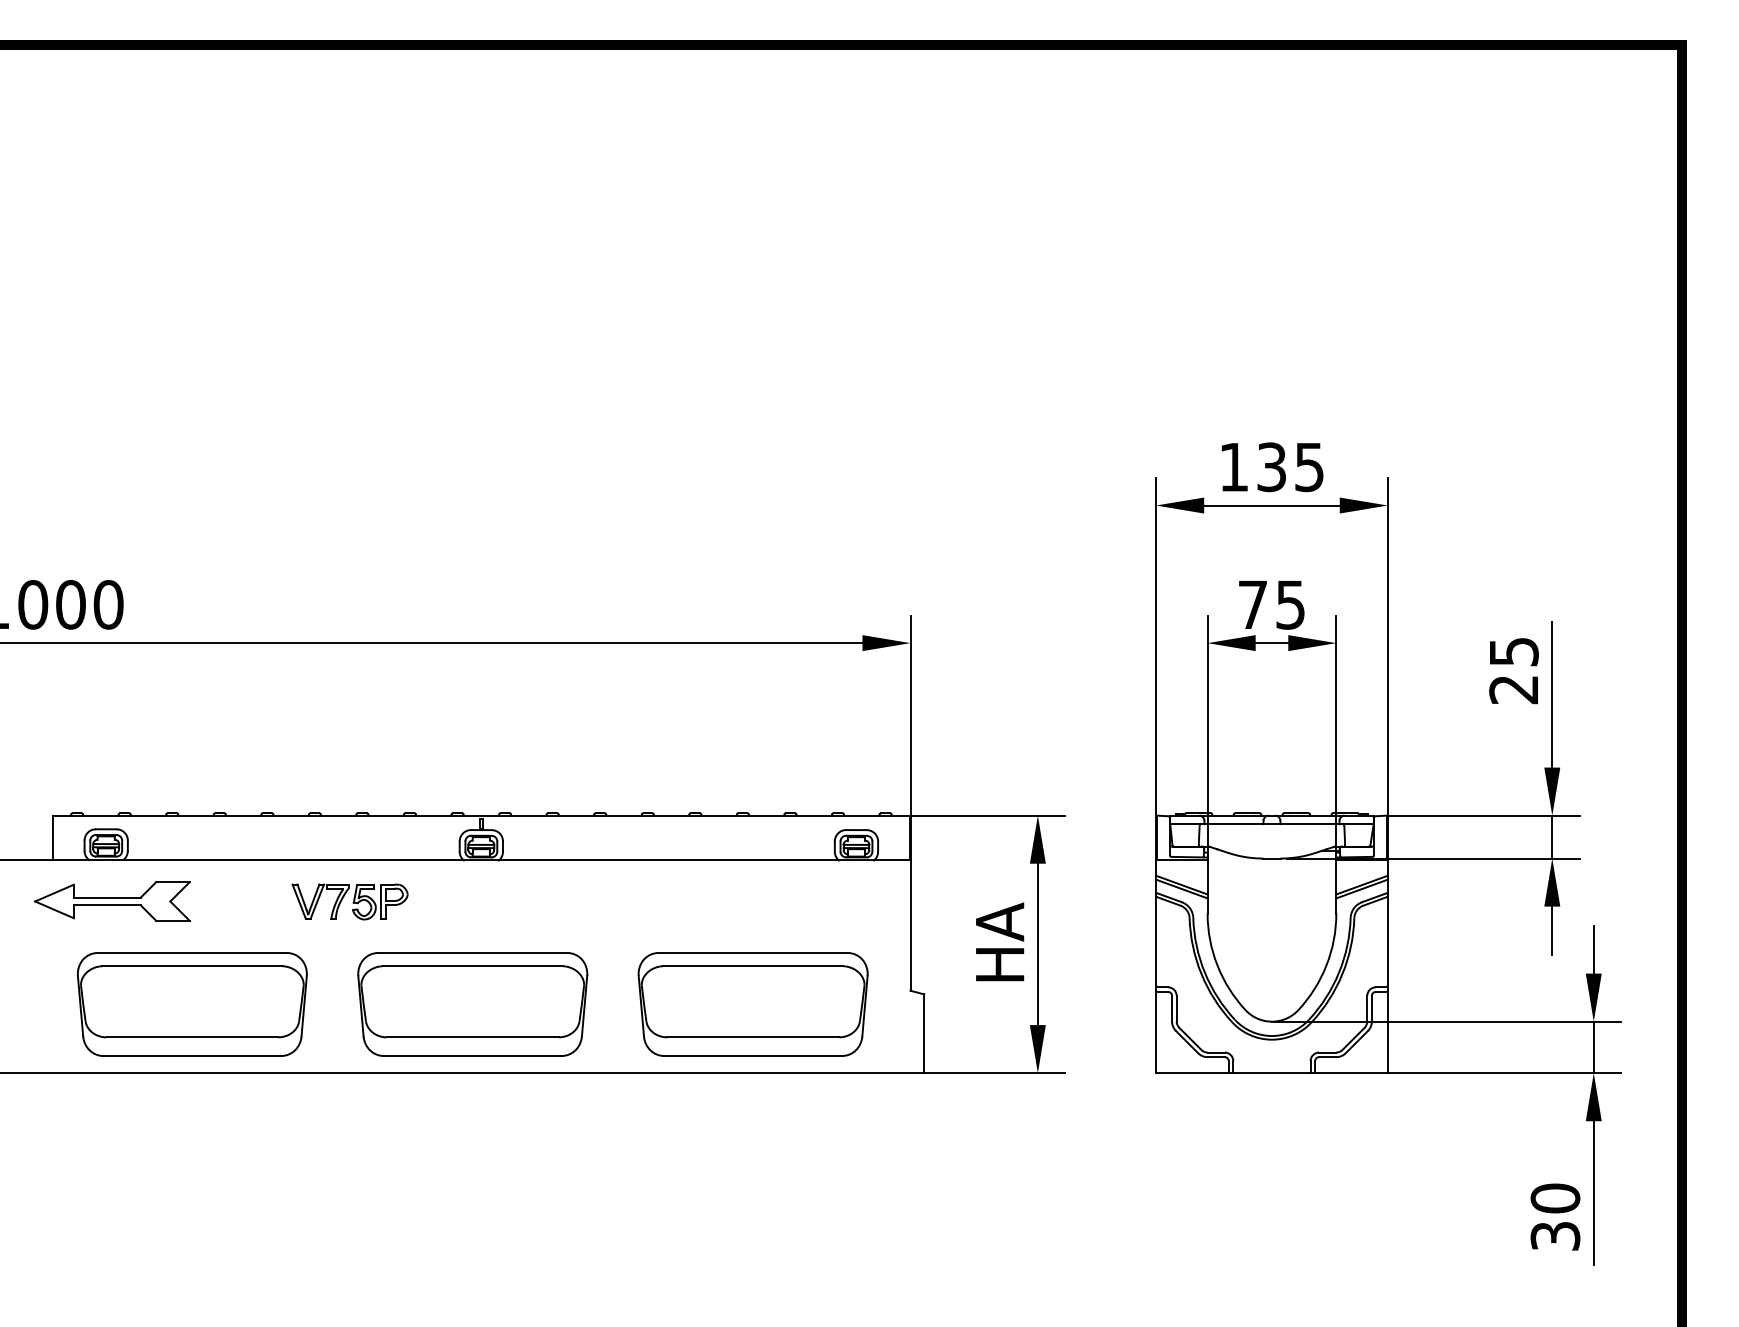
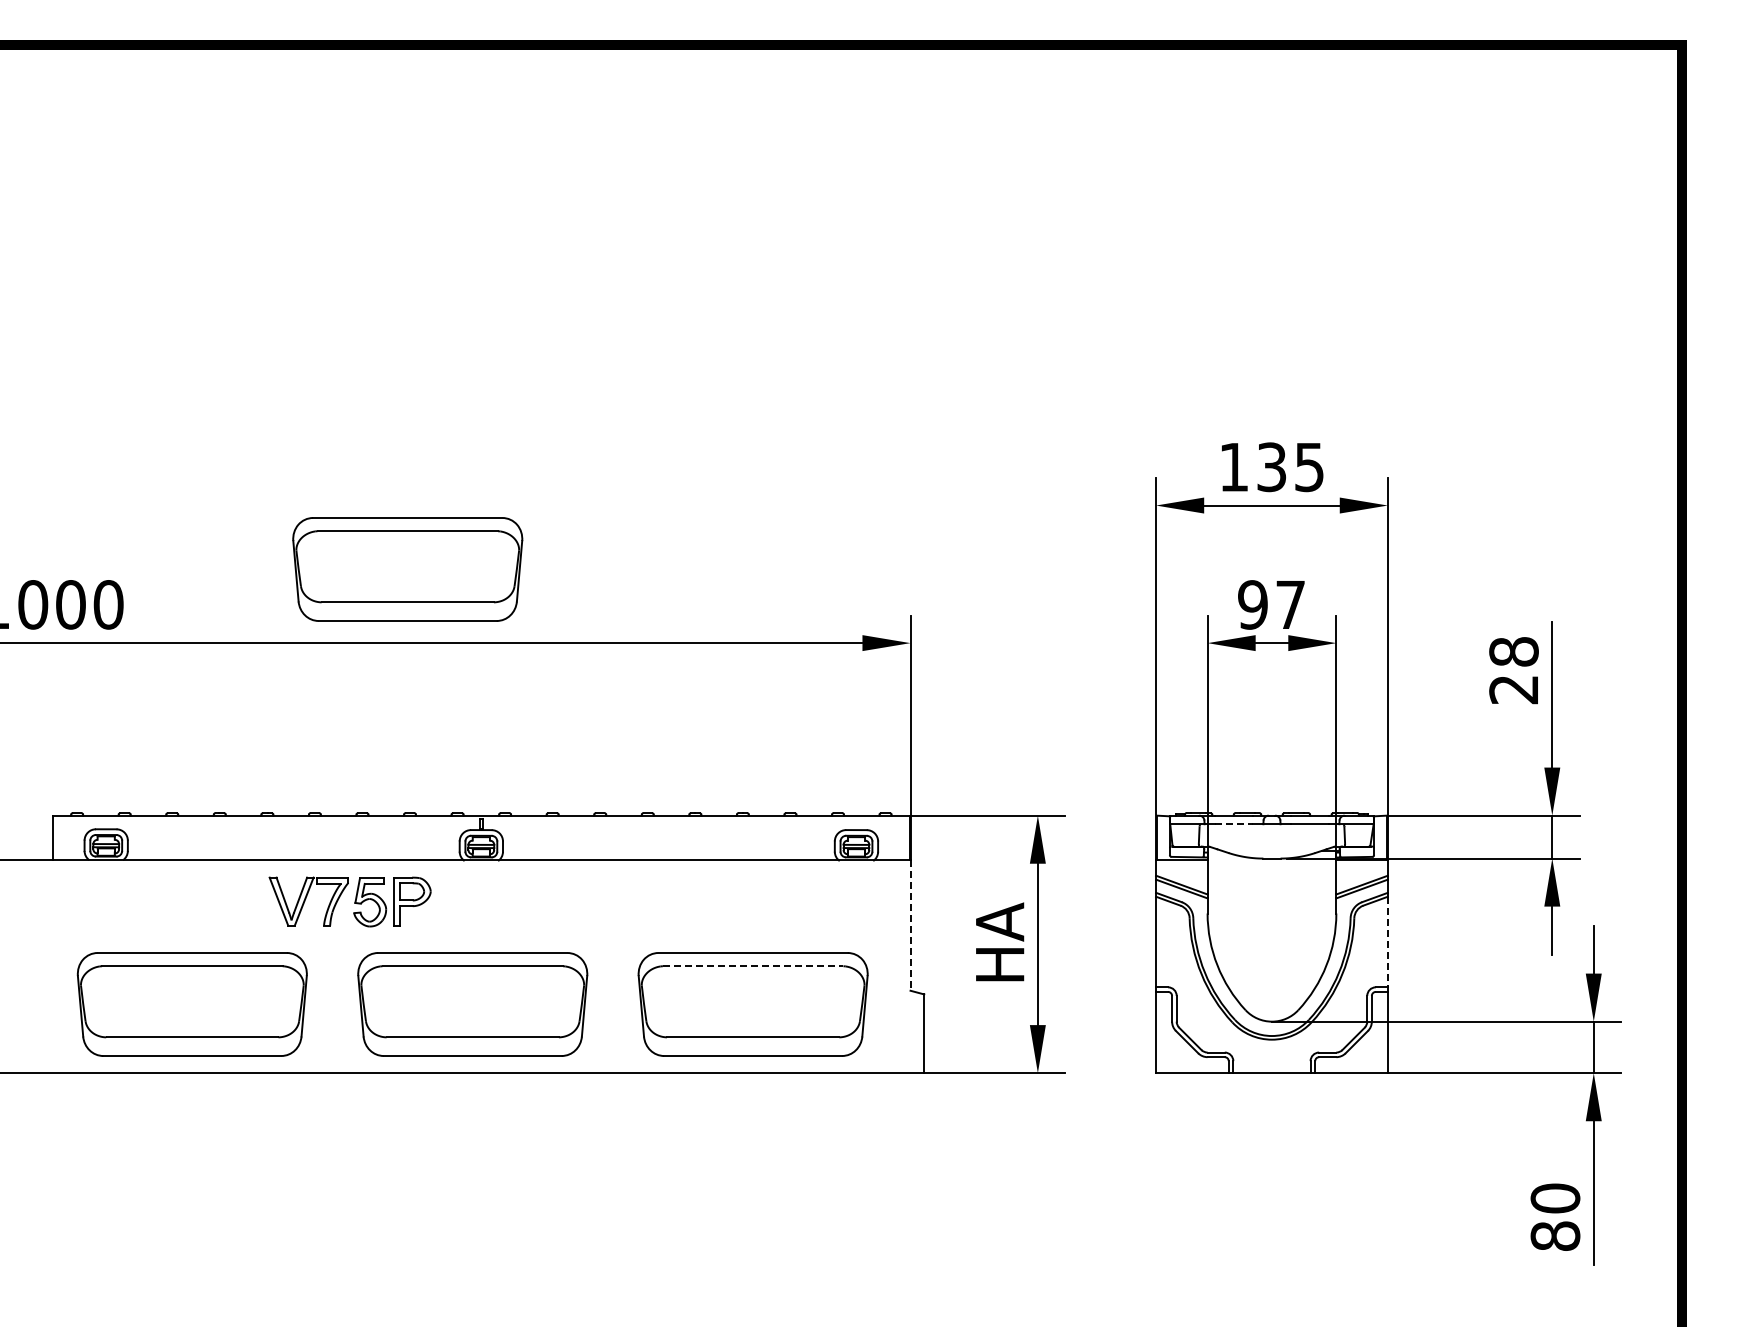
part at (407, 569): none -> present
text at (1271, 604): 75 -> 97
text at (1513, 651): 25 -> 28
line at (1234, 824): solid -> dashed
part at (112, 901): present -> none
part at (349, 901) size: 118x38 px -> 164x52 px
line at (910, 926): solid -> dashed
line at (1387, 942): solid -> dashed
line at (753, 966): solid -> dashed
text at (1555, 1235): 30 -> 80
